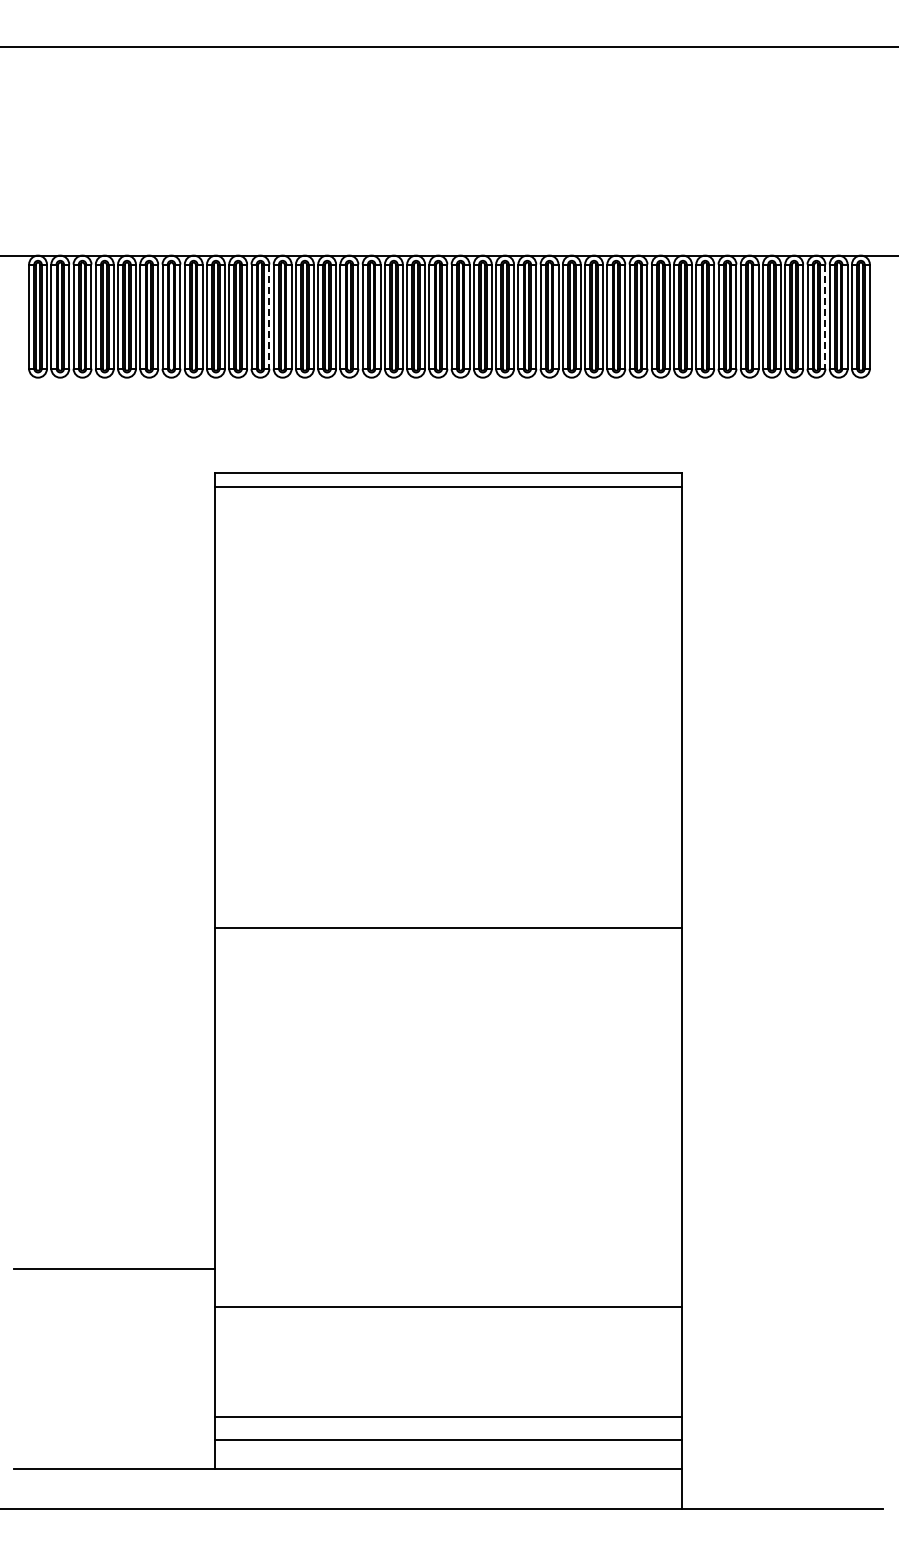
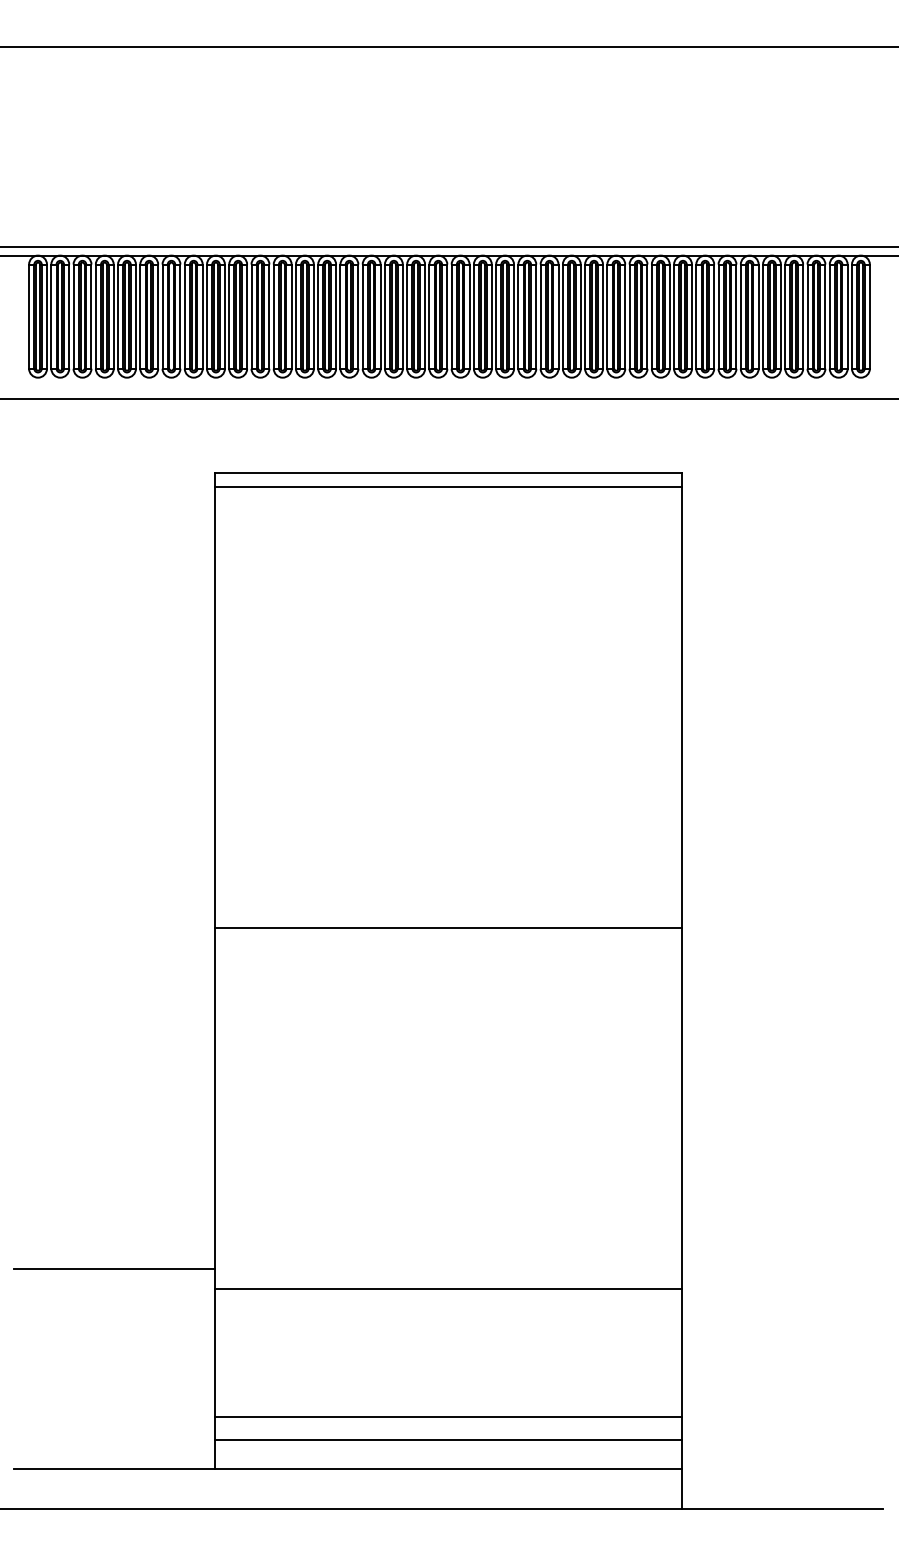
line at (448, 247): none -> present
line at (269, 317): dashed -> solid
line at (825, 317): dashed -> solid
line at (448, 398): none -> present
line at (448, 1306) position: (448, 1306) -> (448, 1288)
